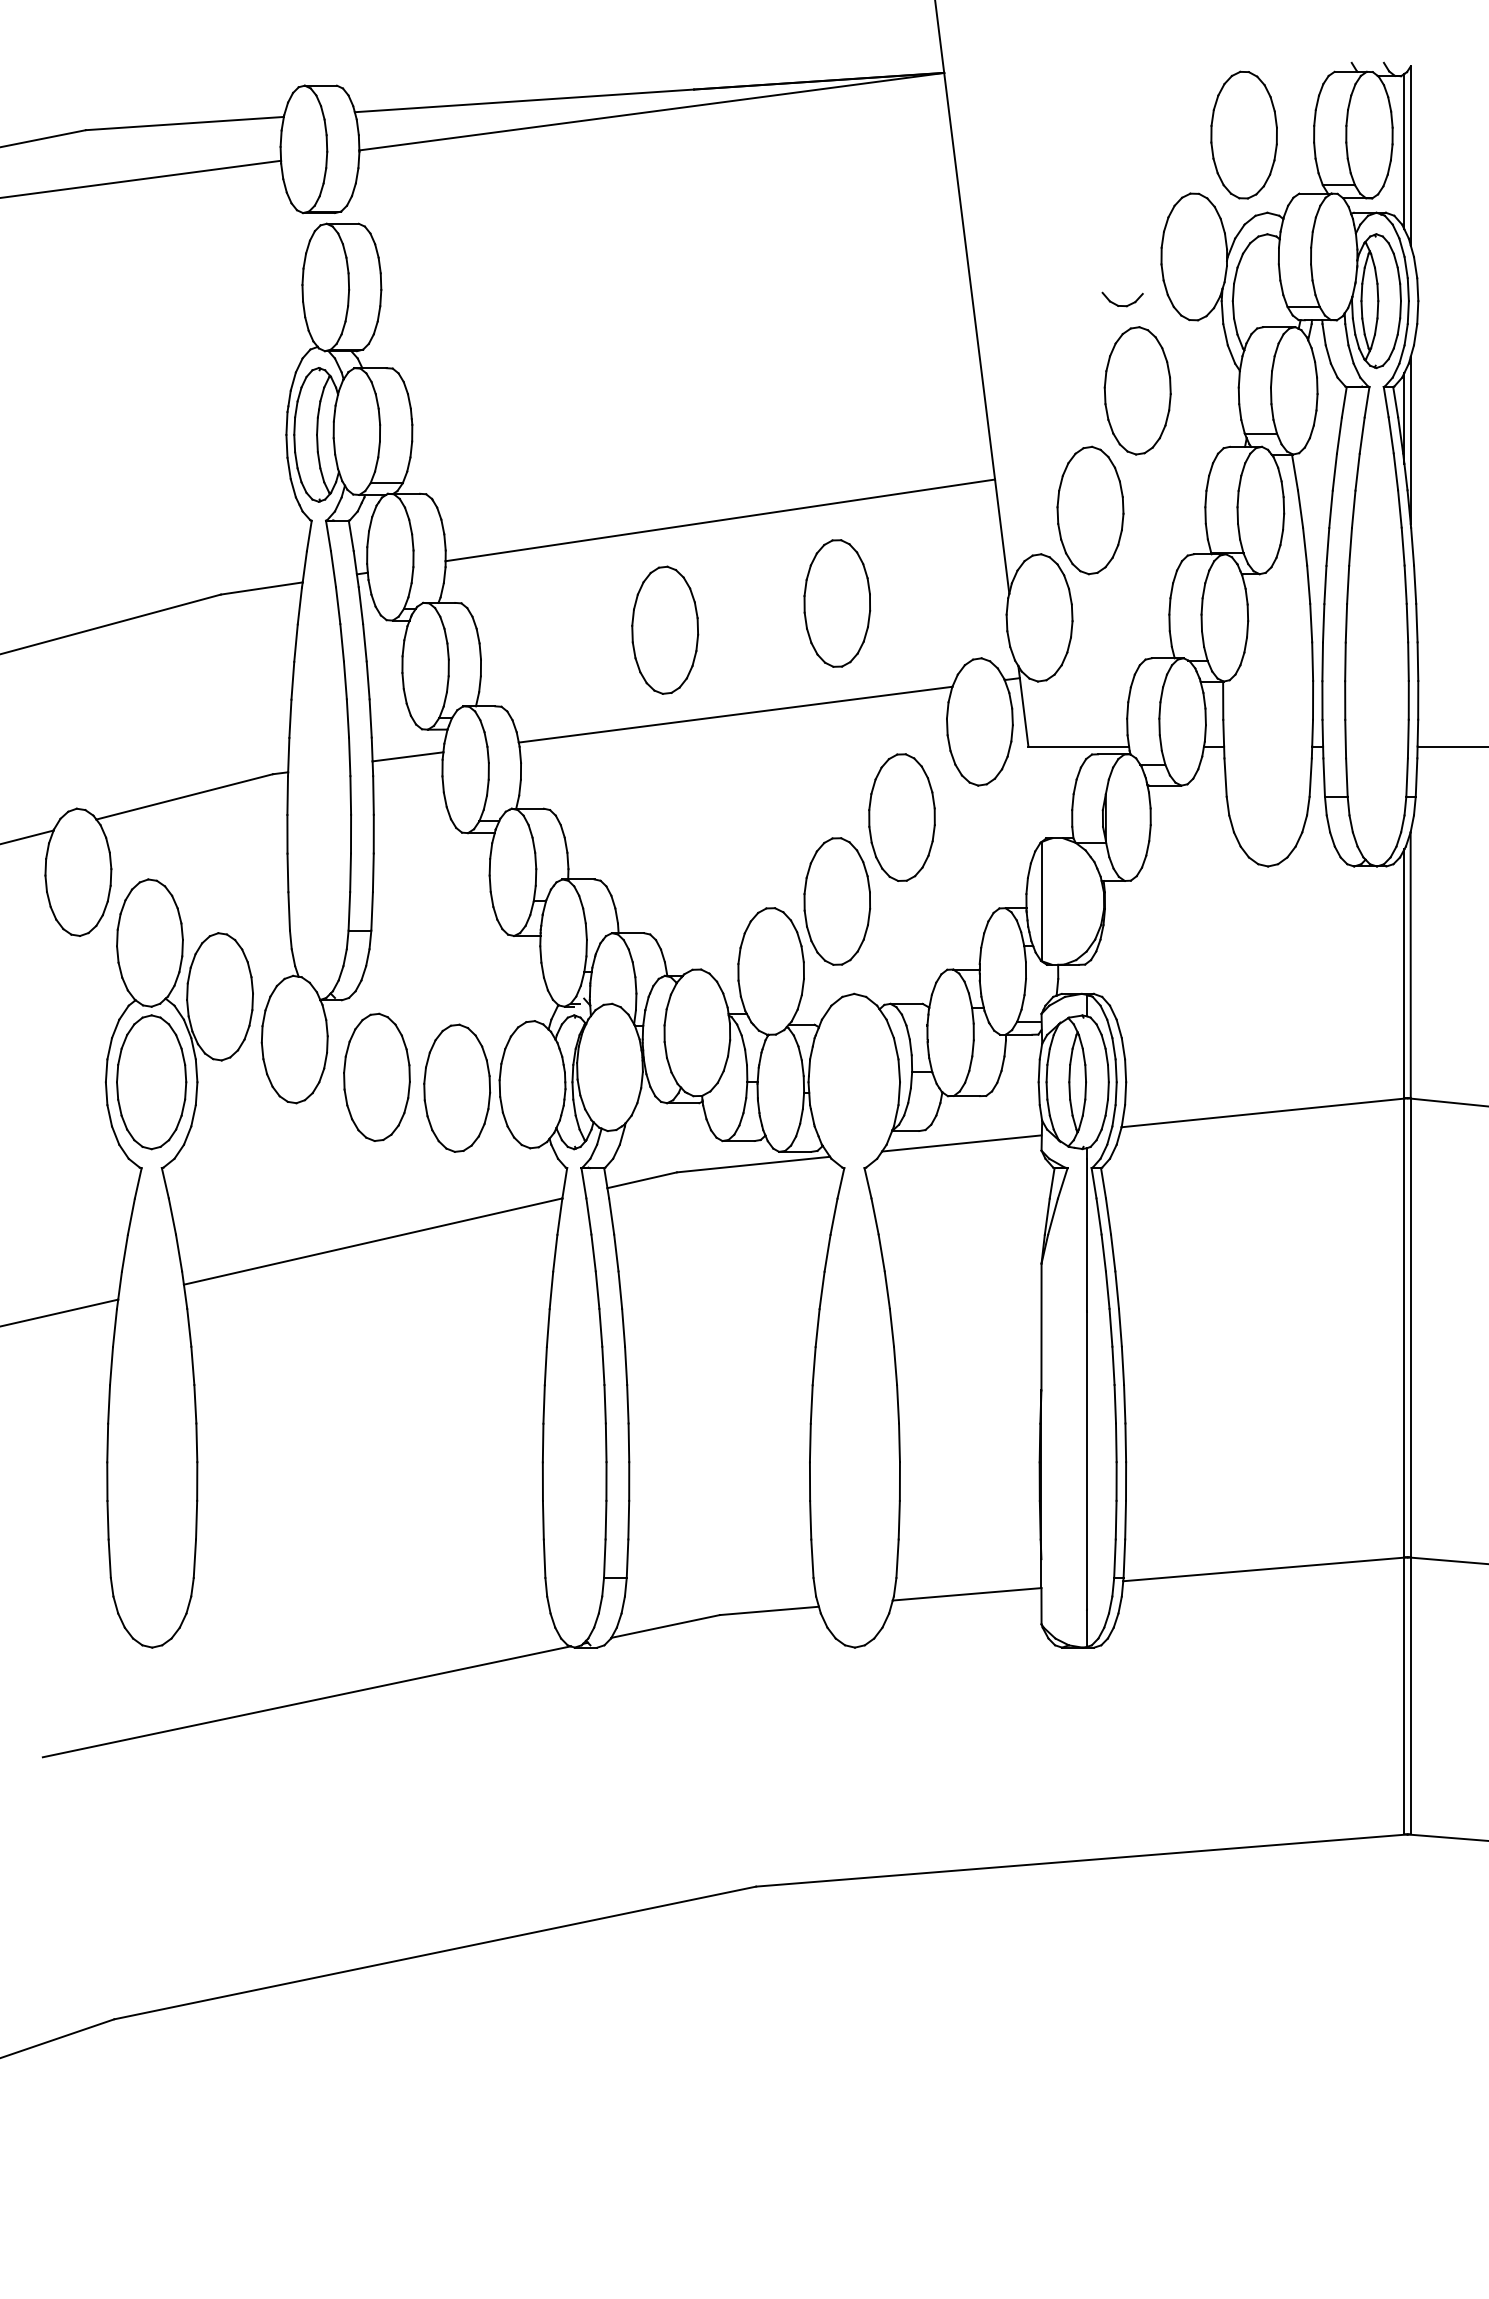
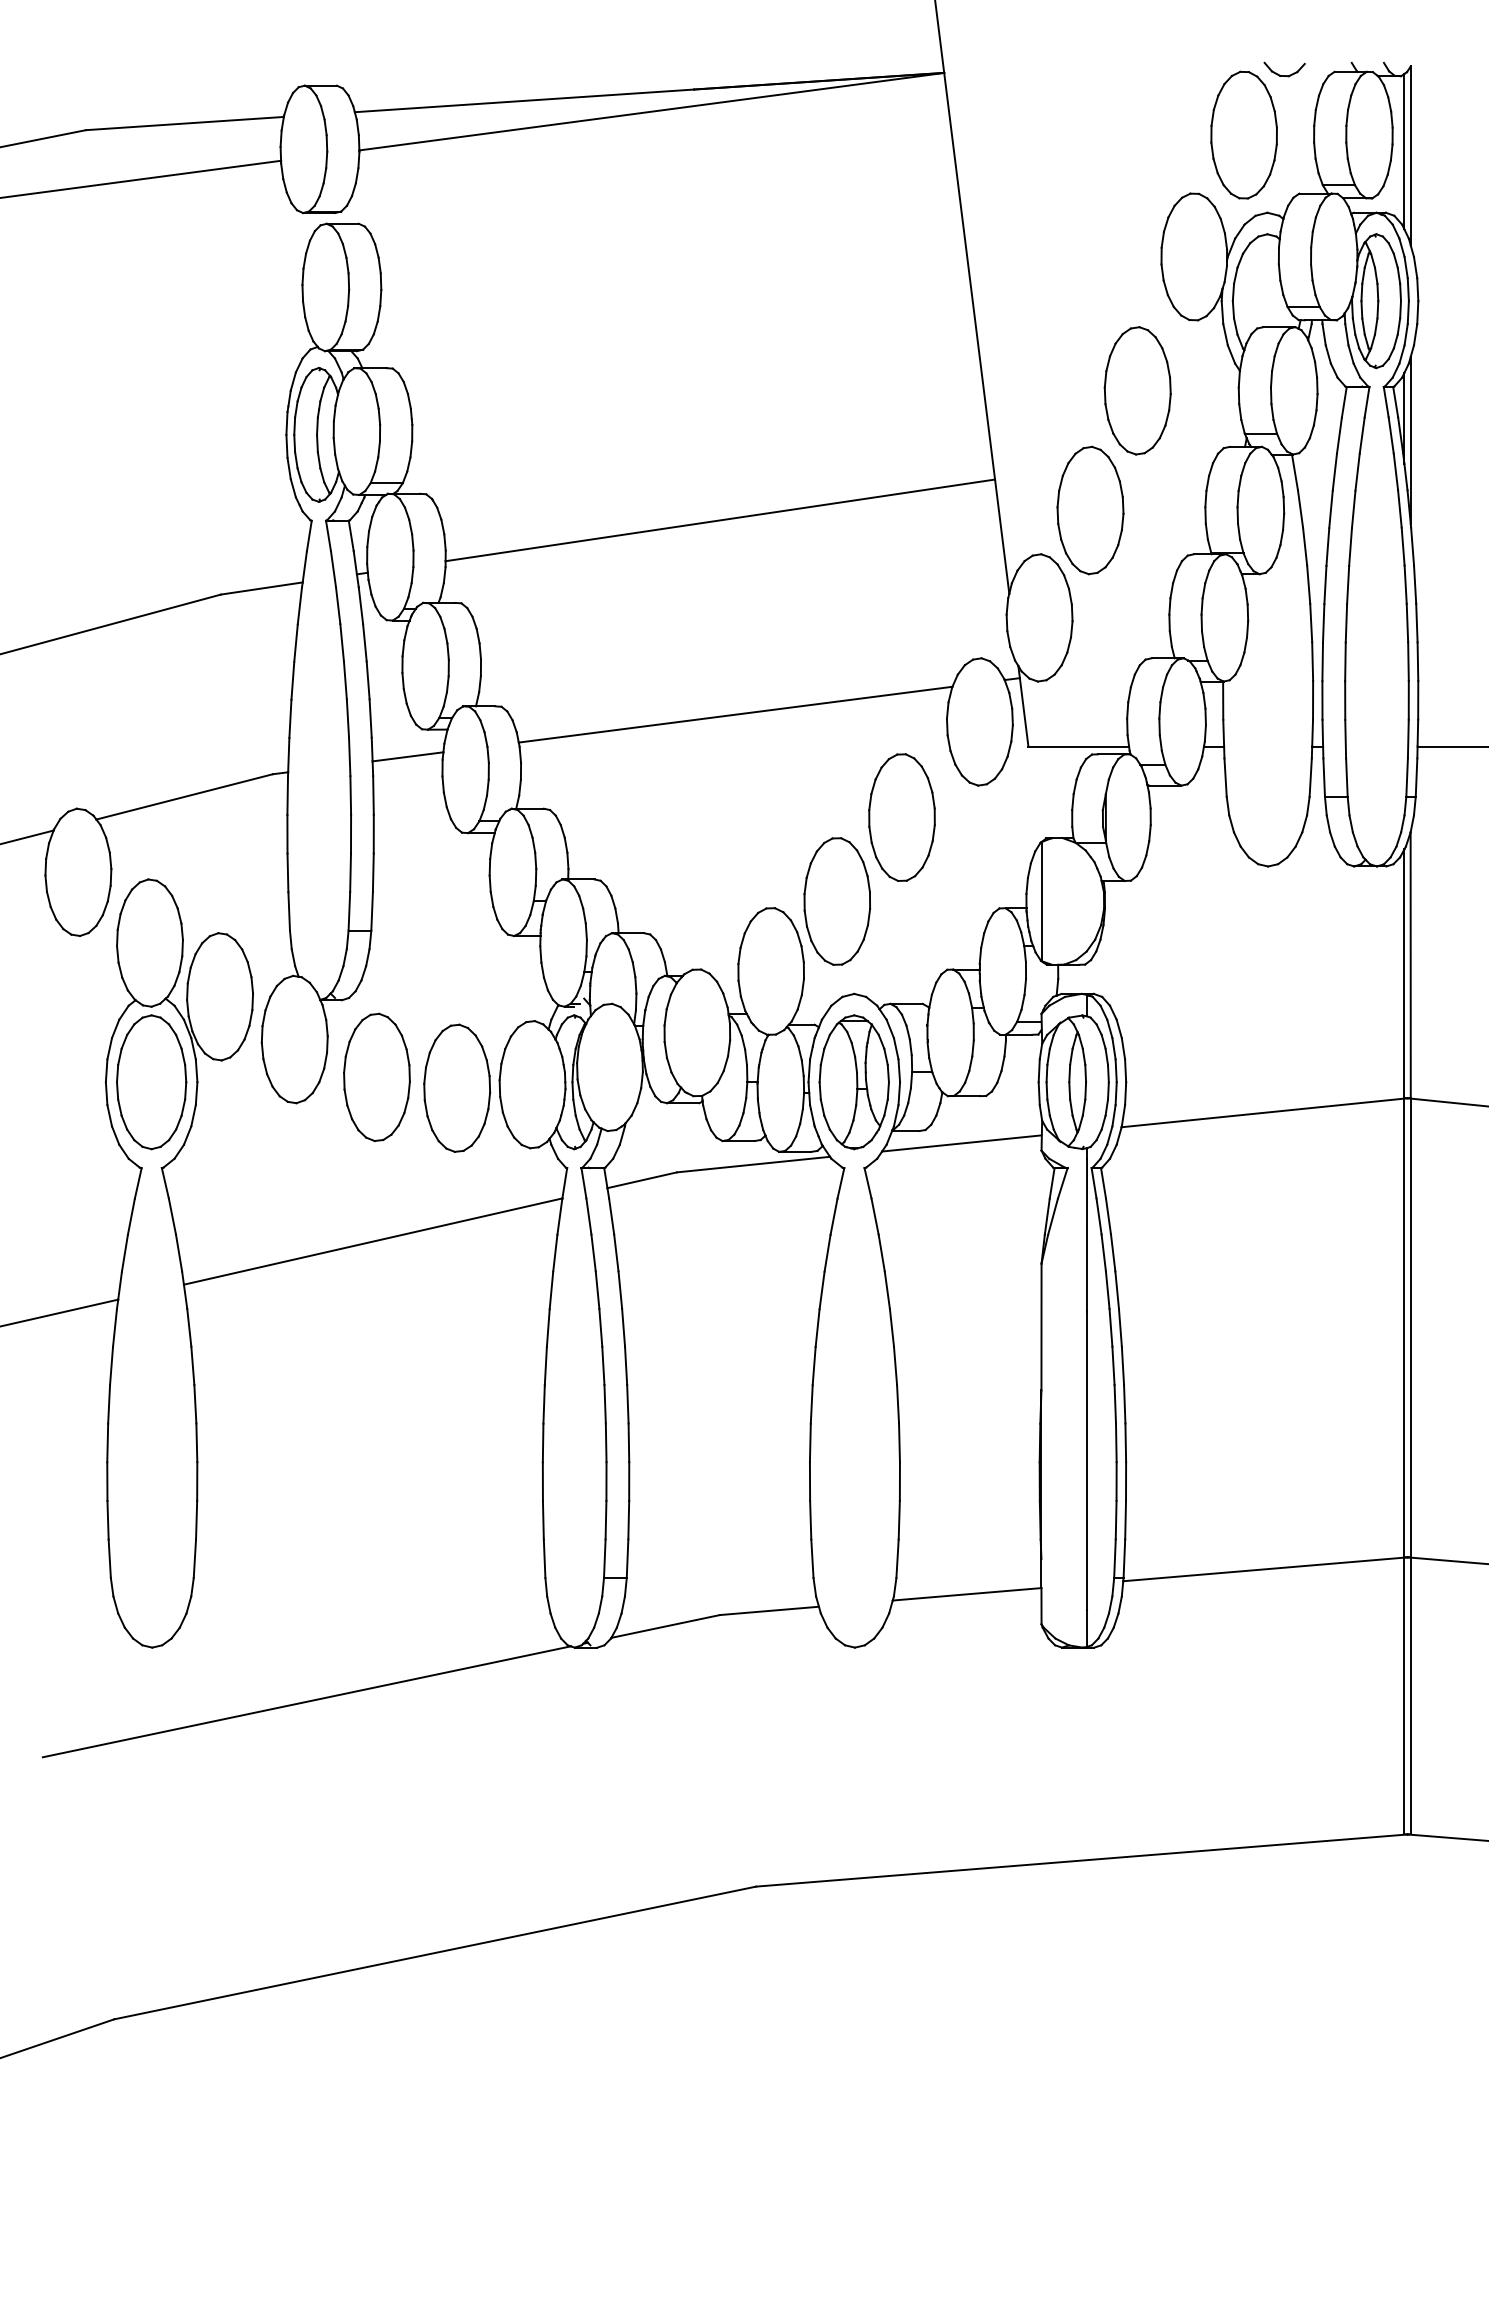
part at (1122, 299) position: (1122, 299) -> (1284, 69)
part at (837, 603): present -> none
part at (665, 629): present -> none
part at (853, 1082): none -> present
